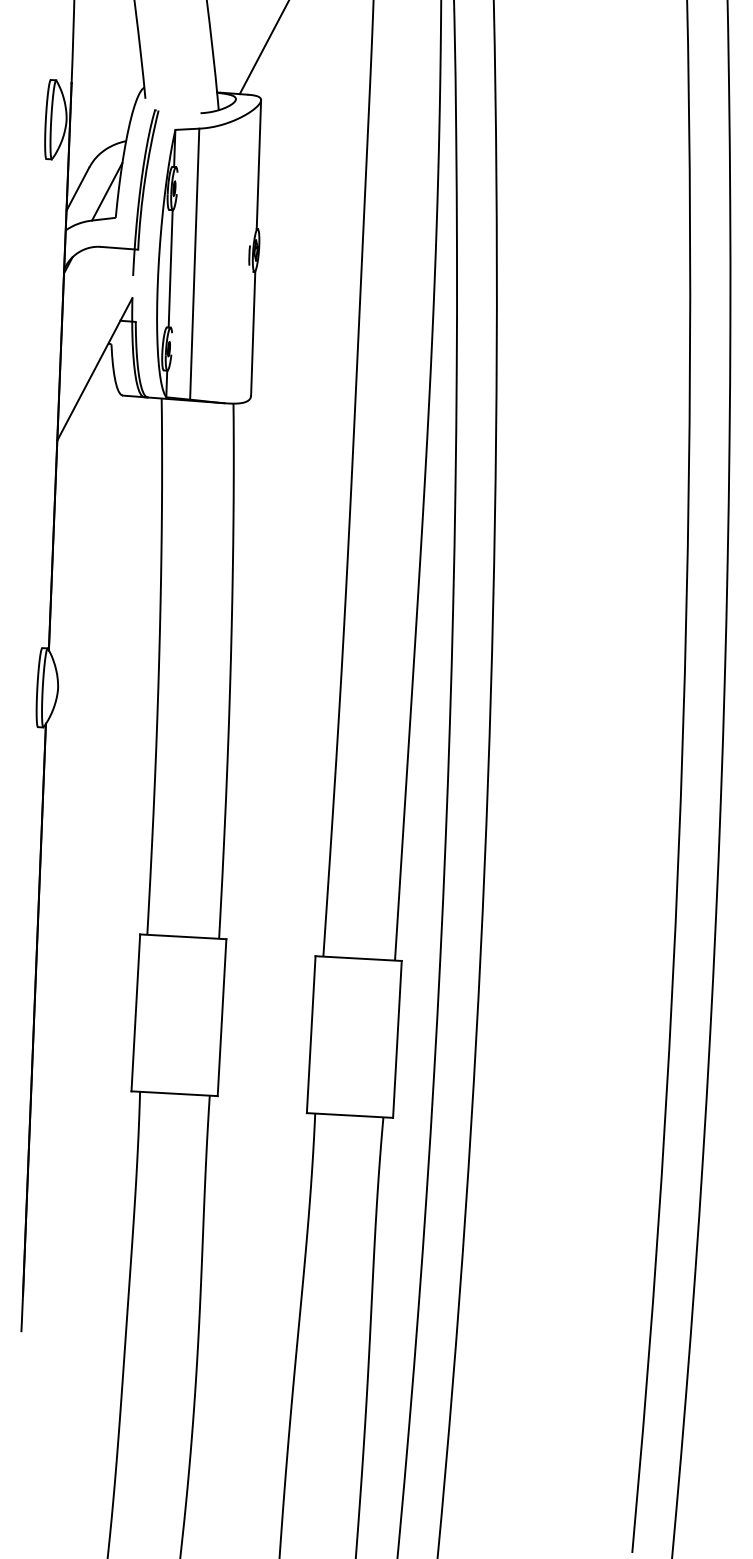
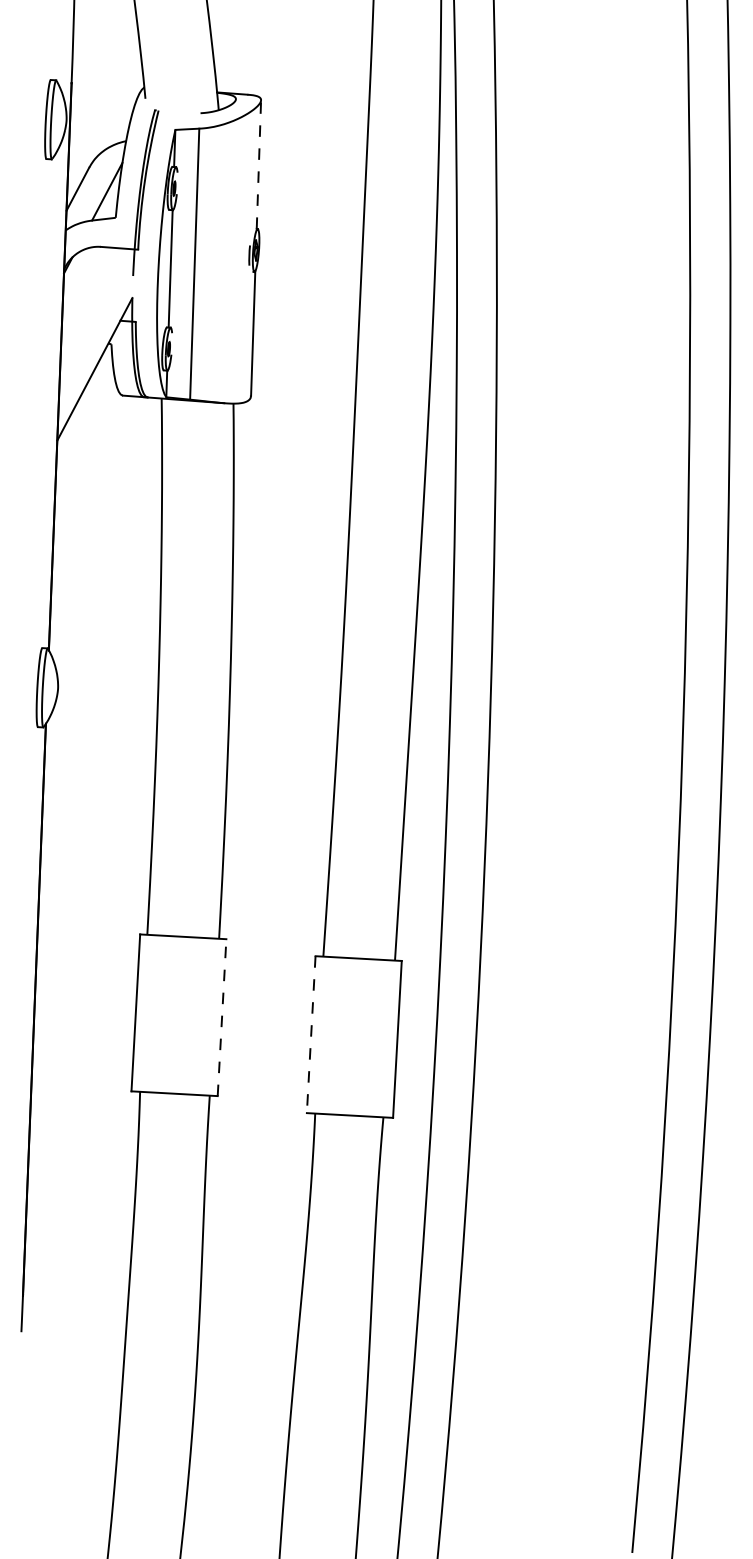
line at (263, 48): present -> none
line at (258, 163): solid -> dashed
line at (222, 1017): solid -> dashed
line at (311, 1034): solid -> dashed
